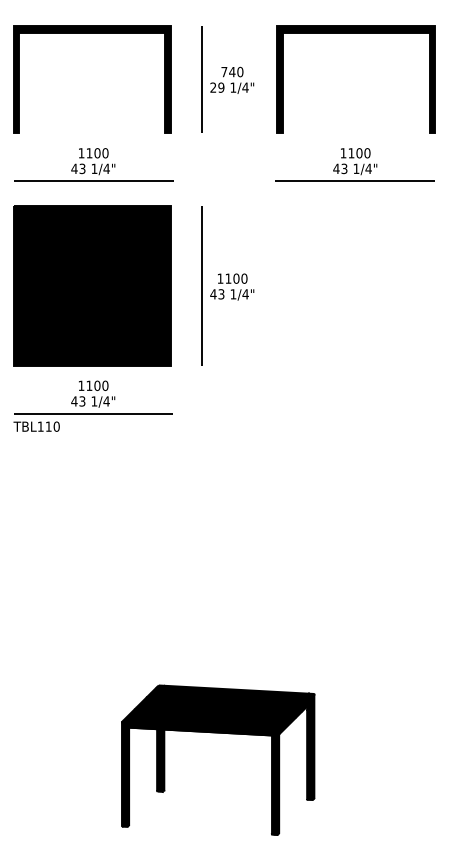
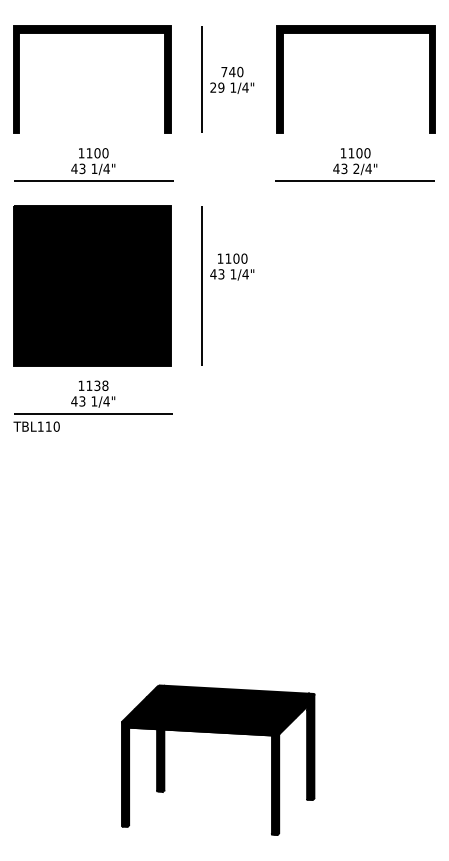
text at (356, 168): 1/4" -> 2/4"
text at (232, 286) position: (232, 286) -> (232, 266)
text at (101, 385): 1100 -> 1138
